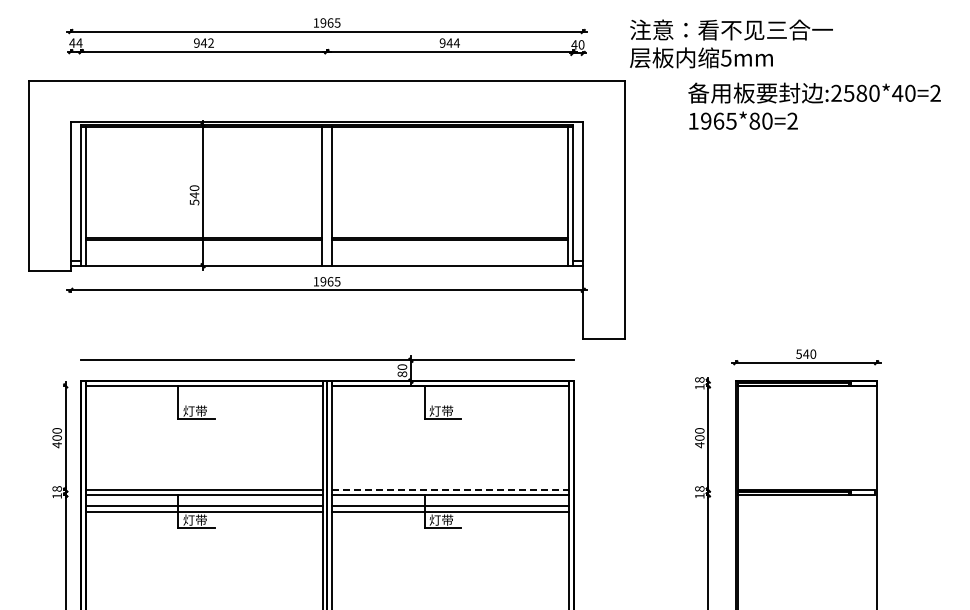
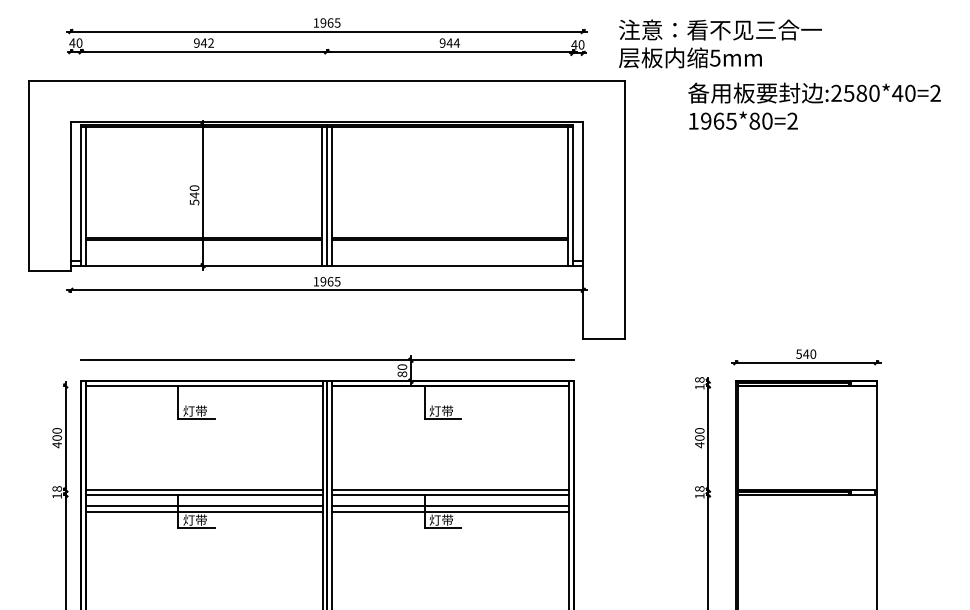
text at (79, 42): 44 -> 40
text at (731, 43) position: (731, 43) -> (720, 43)
line at (326, 194): none -> present
line at (451, 490): dashed -> solid
